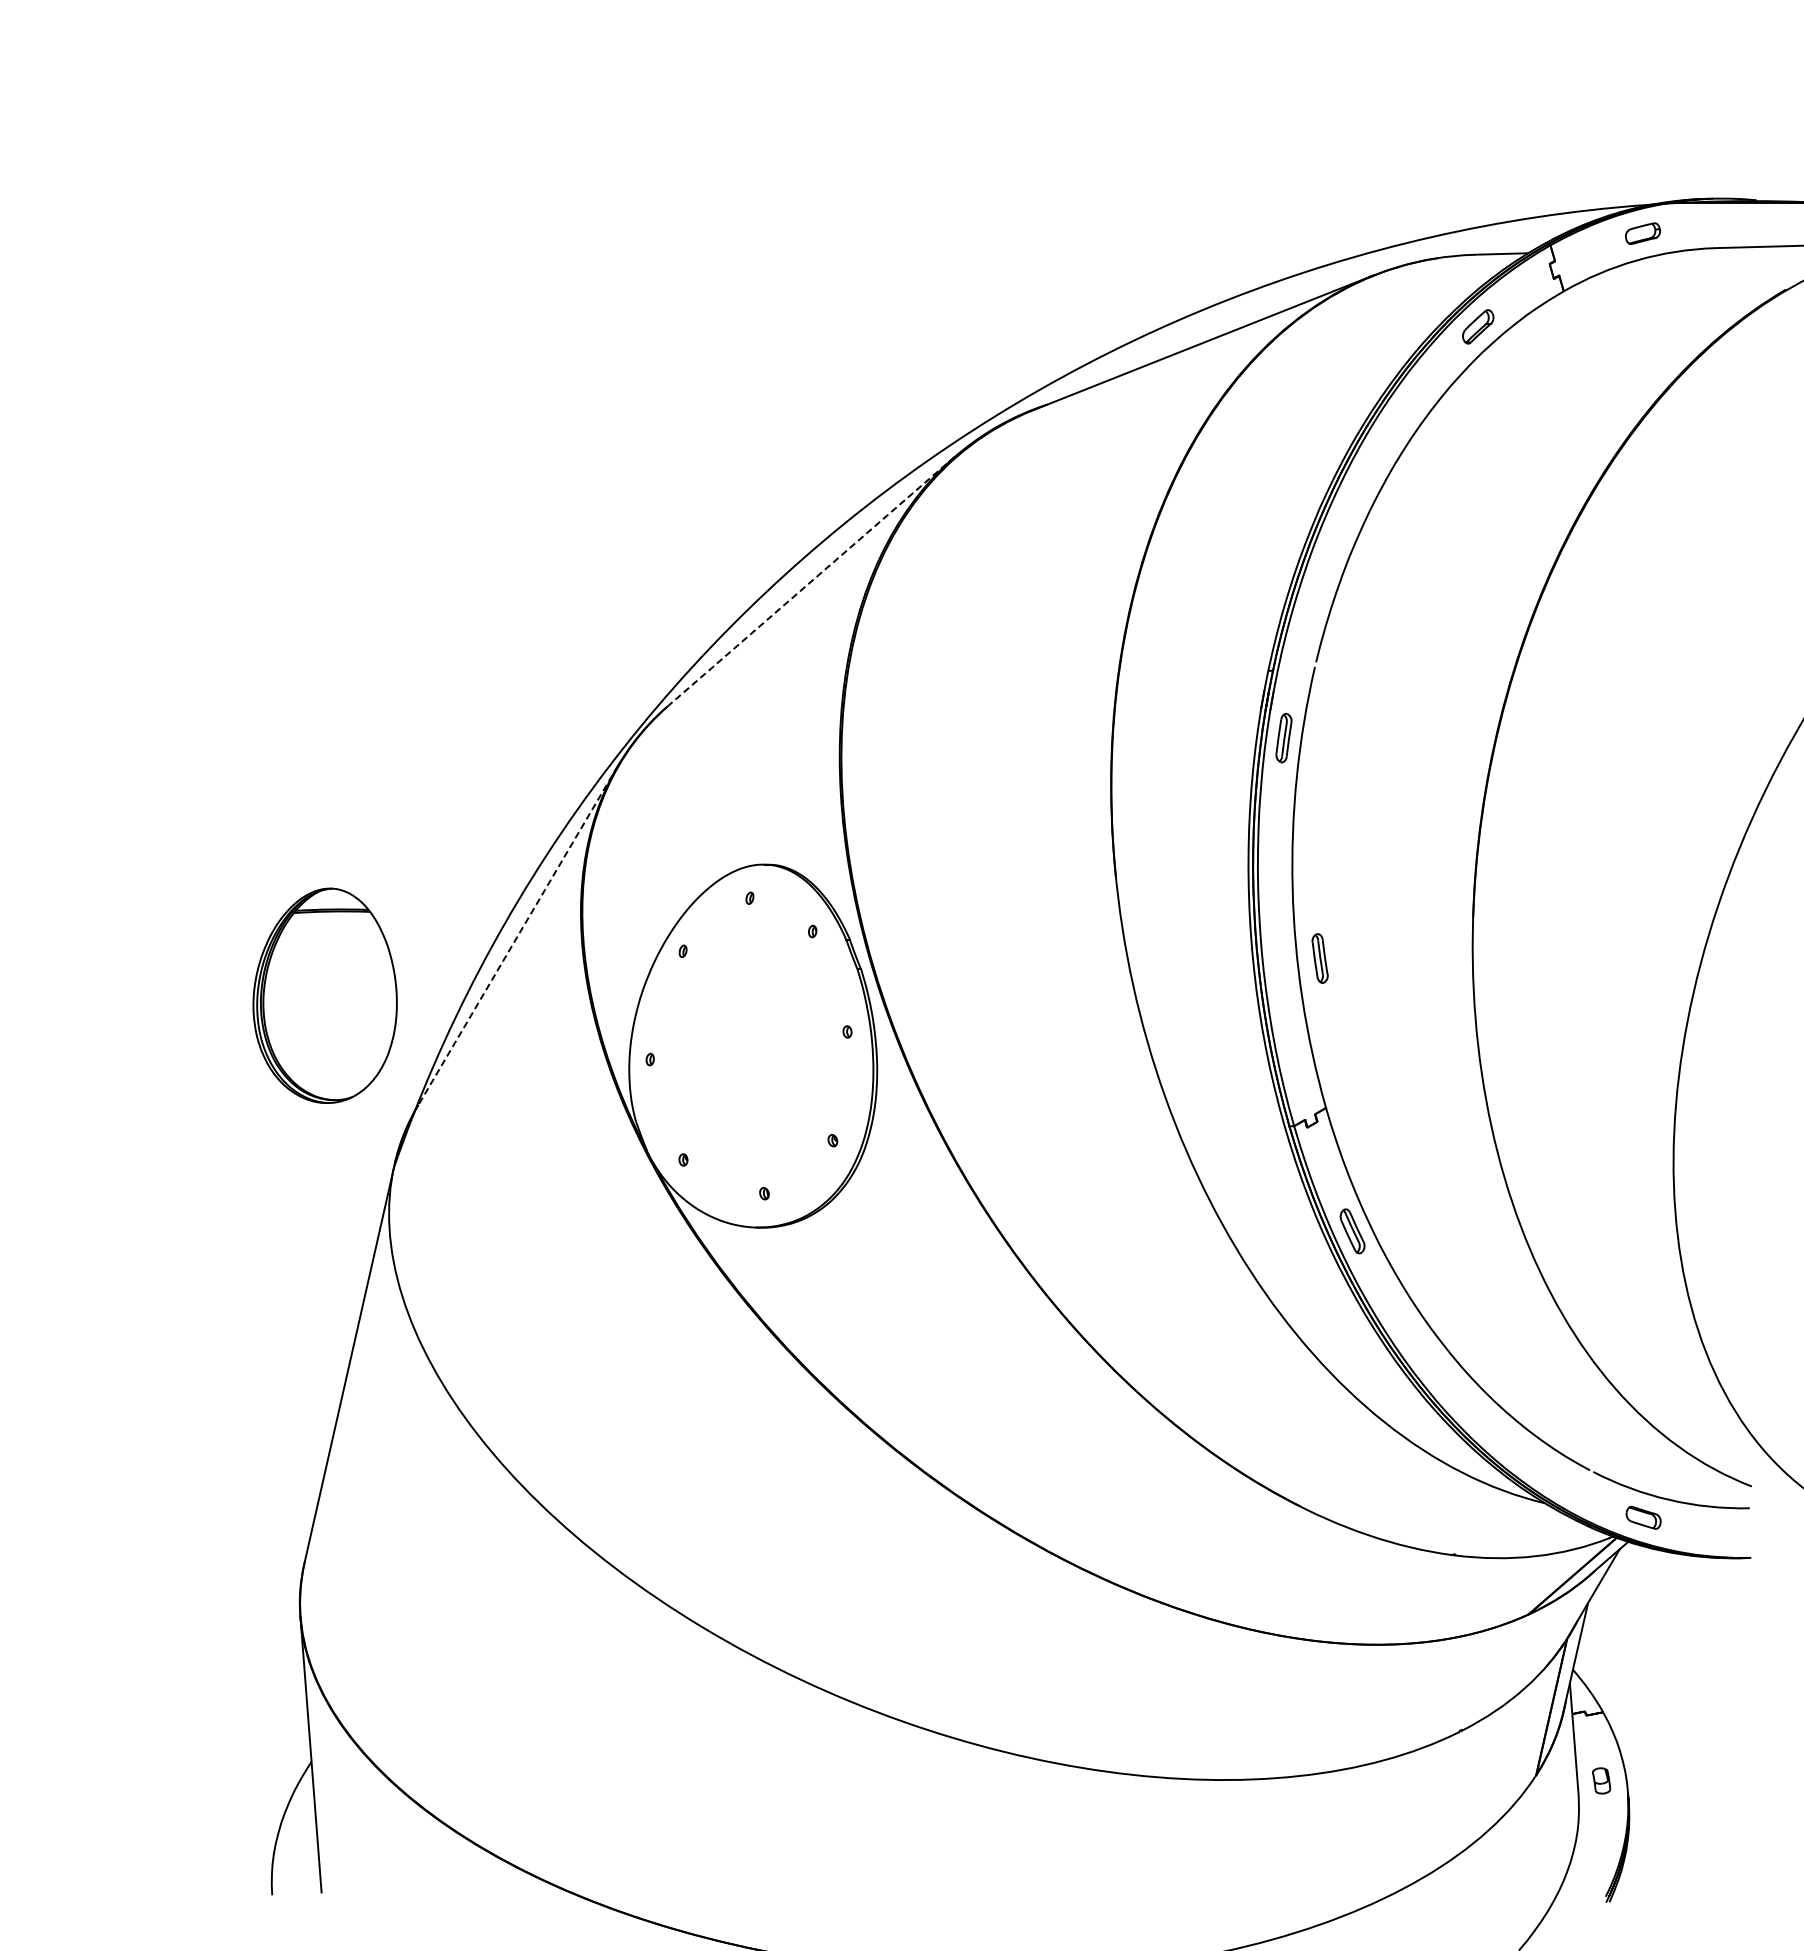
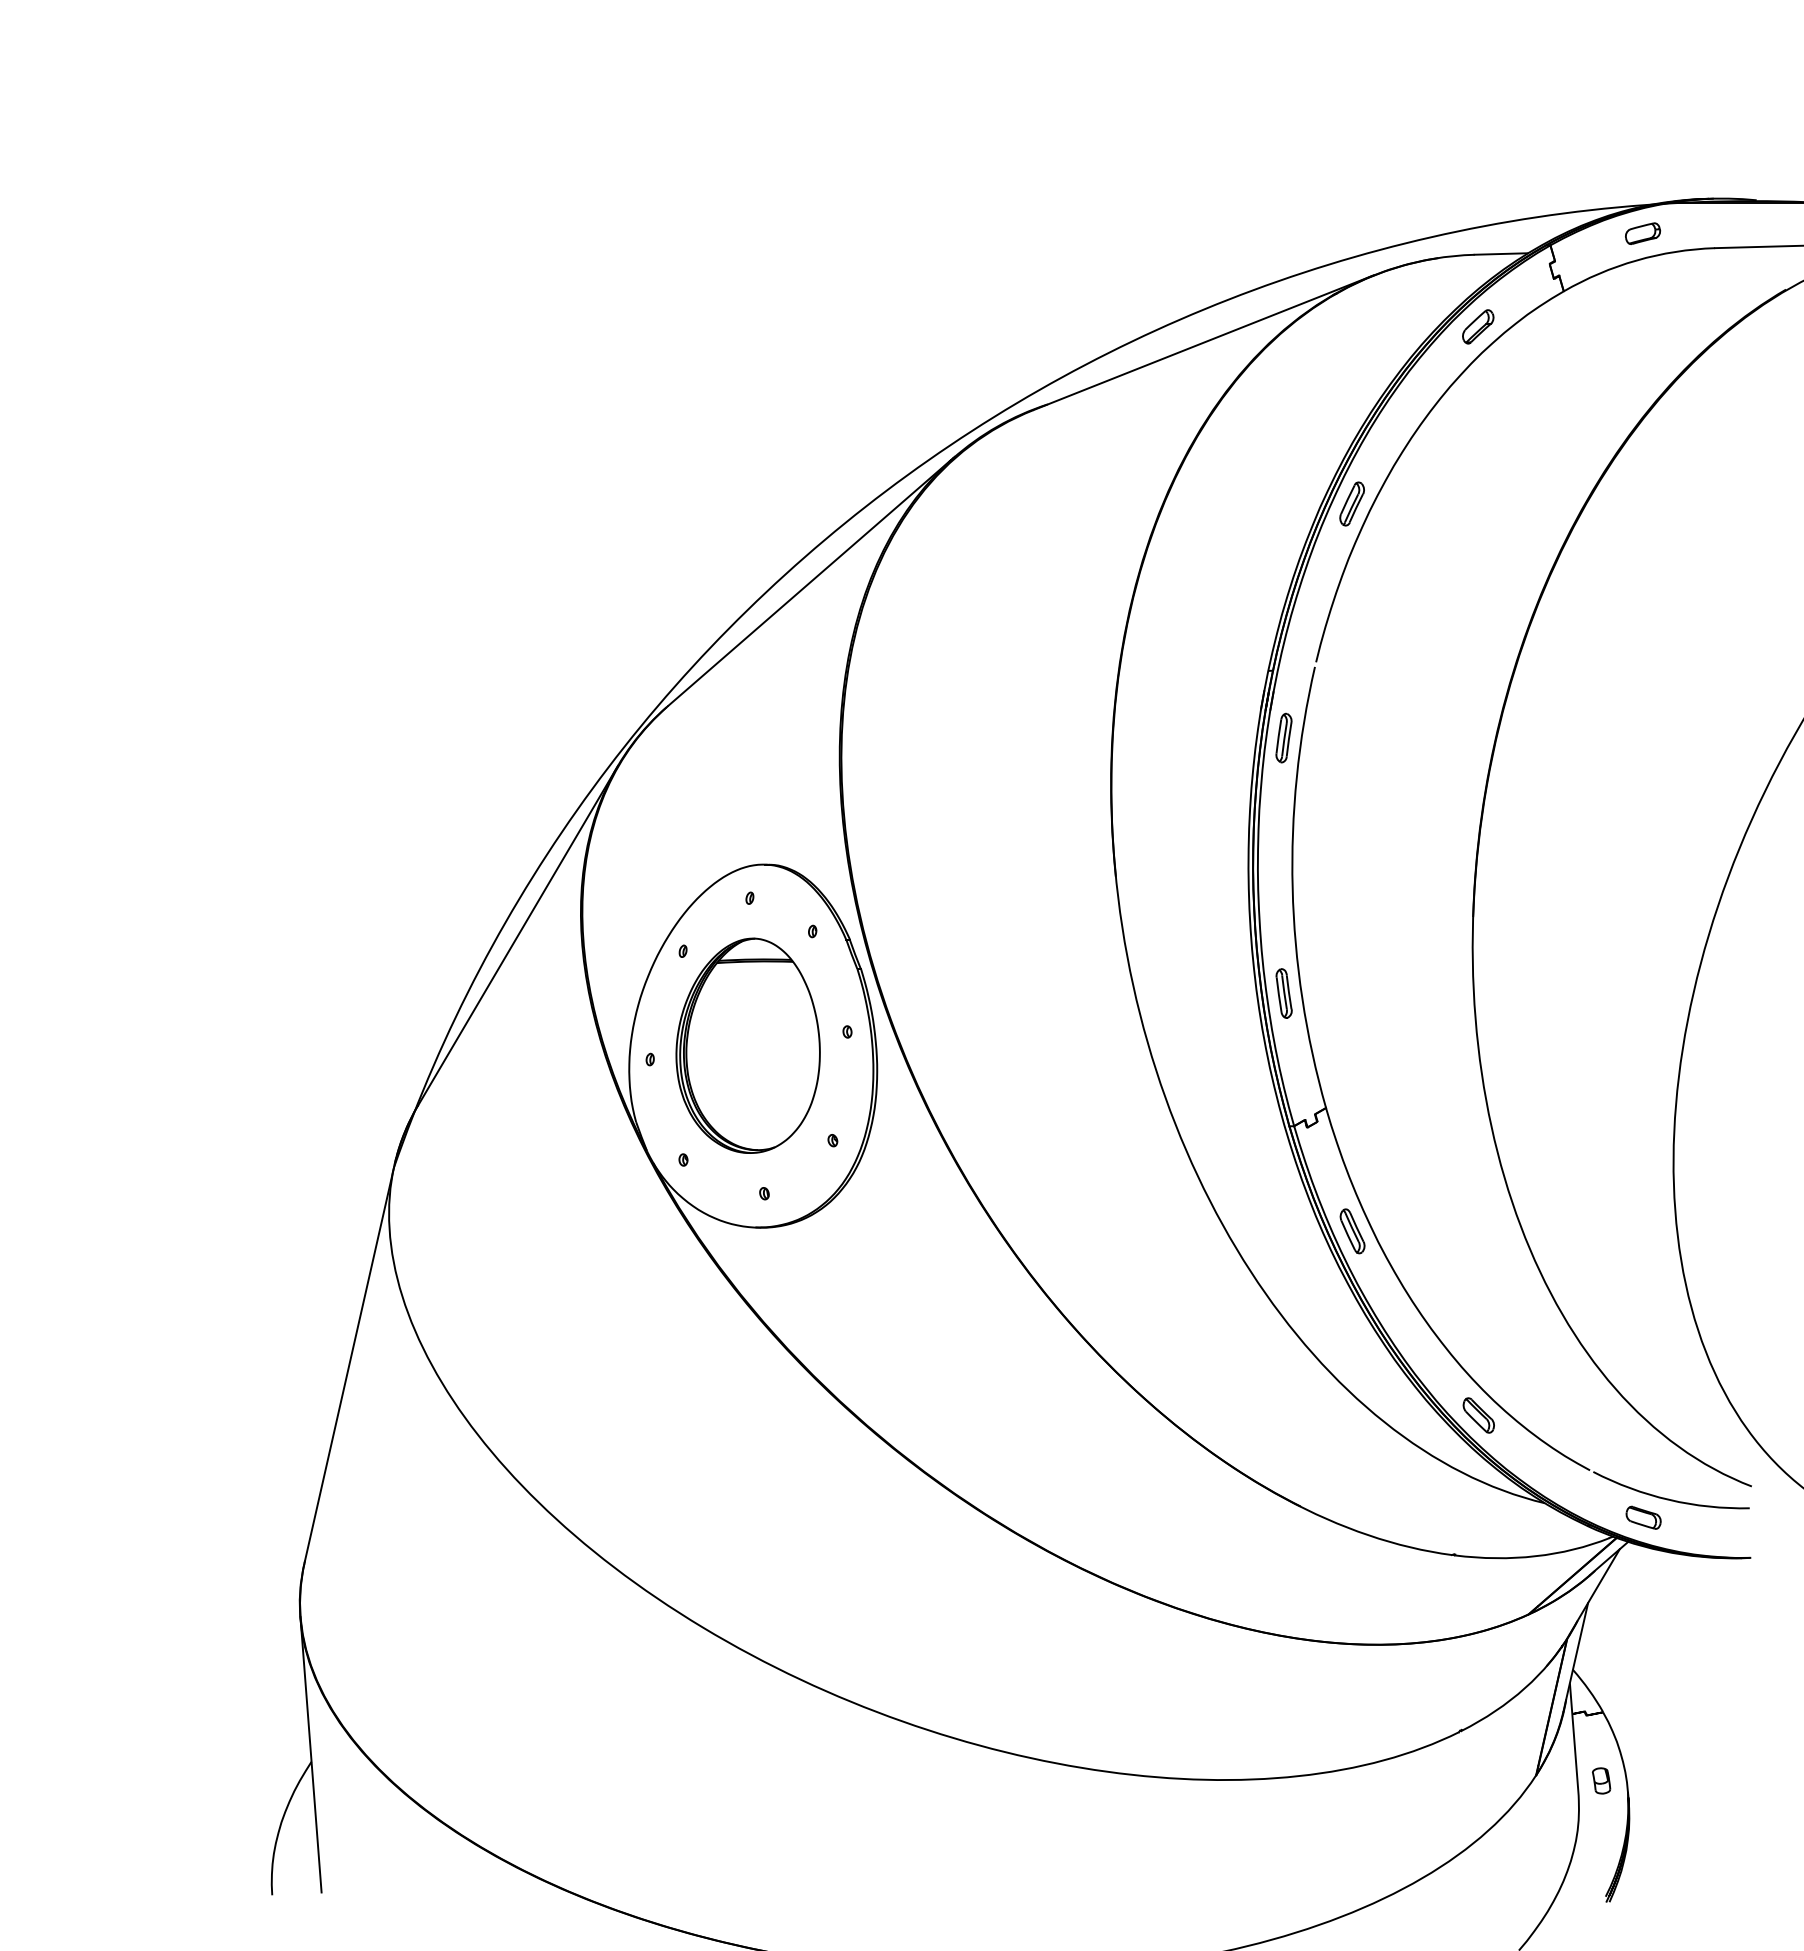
part at (1351, 503): none -> present
line at (811, 581): dashed -> solid
line at (517, 936): dashed -> solid
part at (1319, 958) position: (1319, 958) -> (1283, 993)
part at (324, 995) position: (324, 995) -> (747, 1045)
part at (1478, 1415): none -> present
